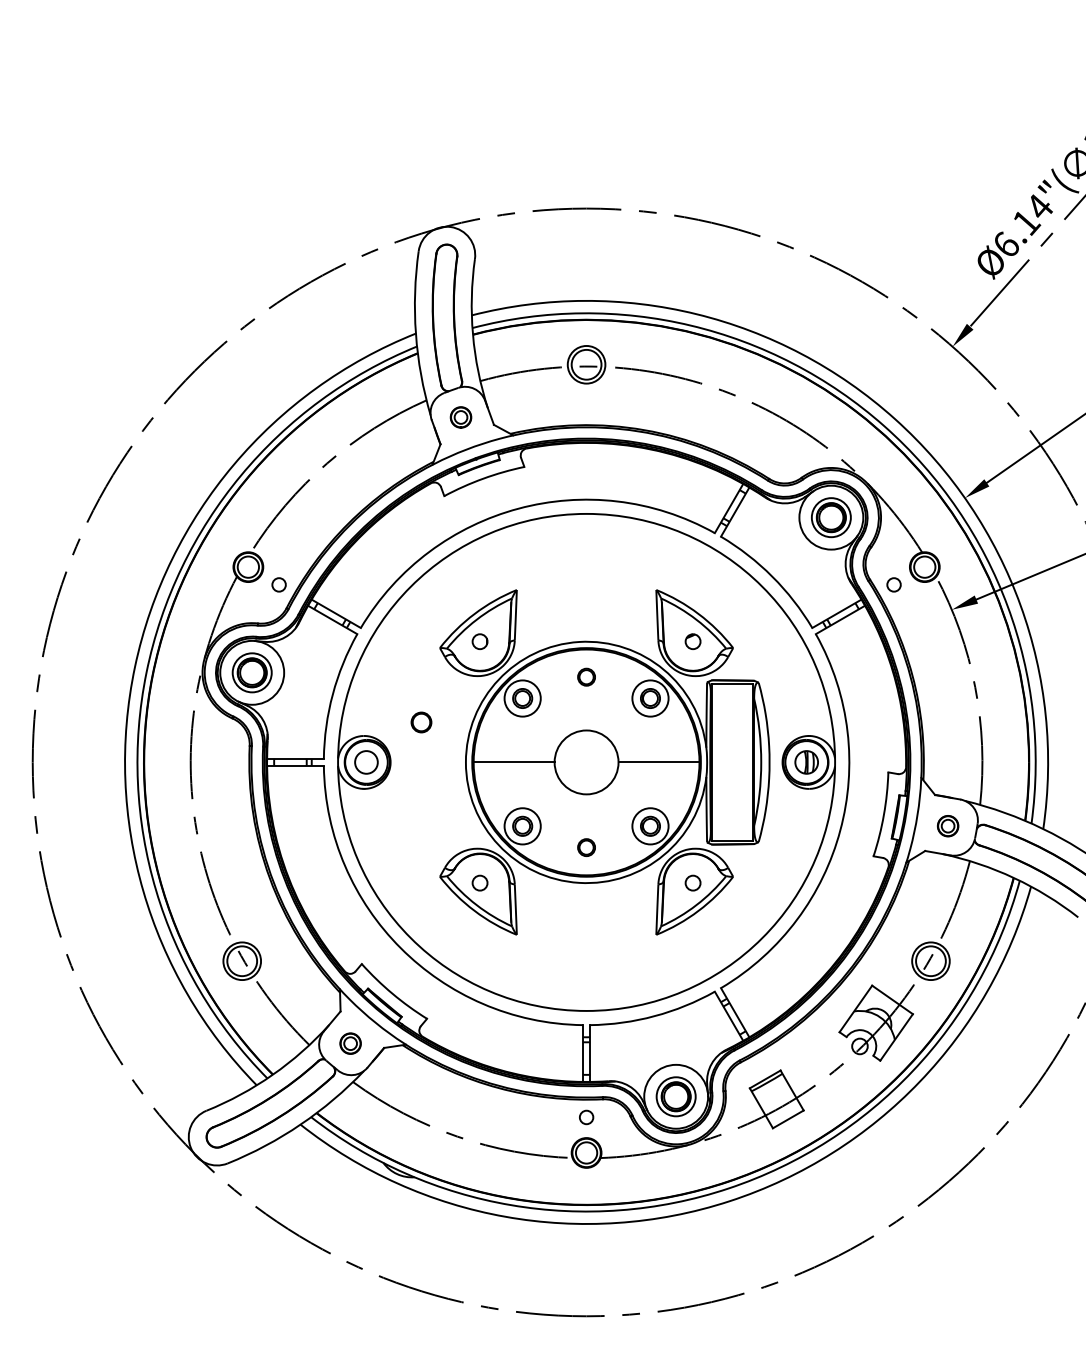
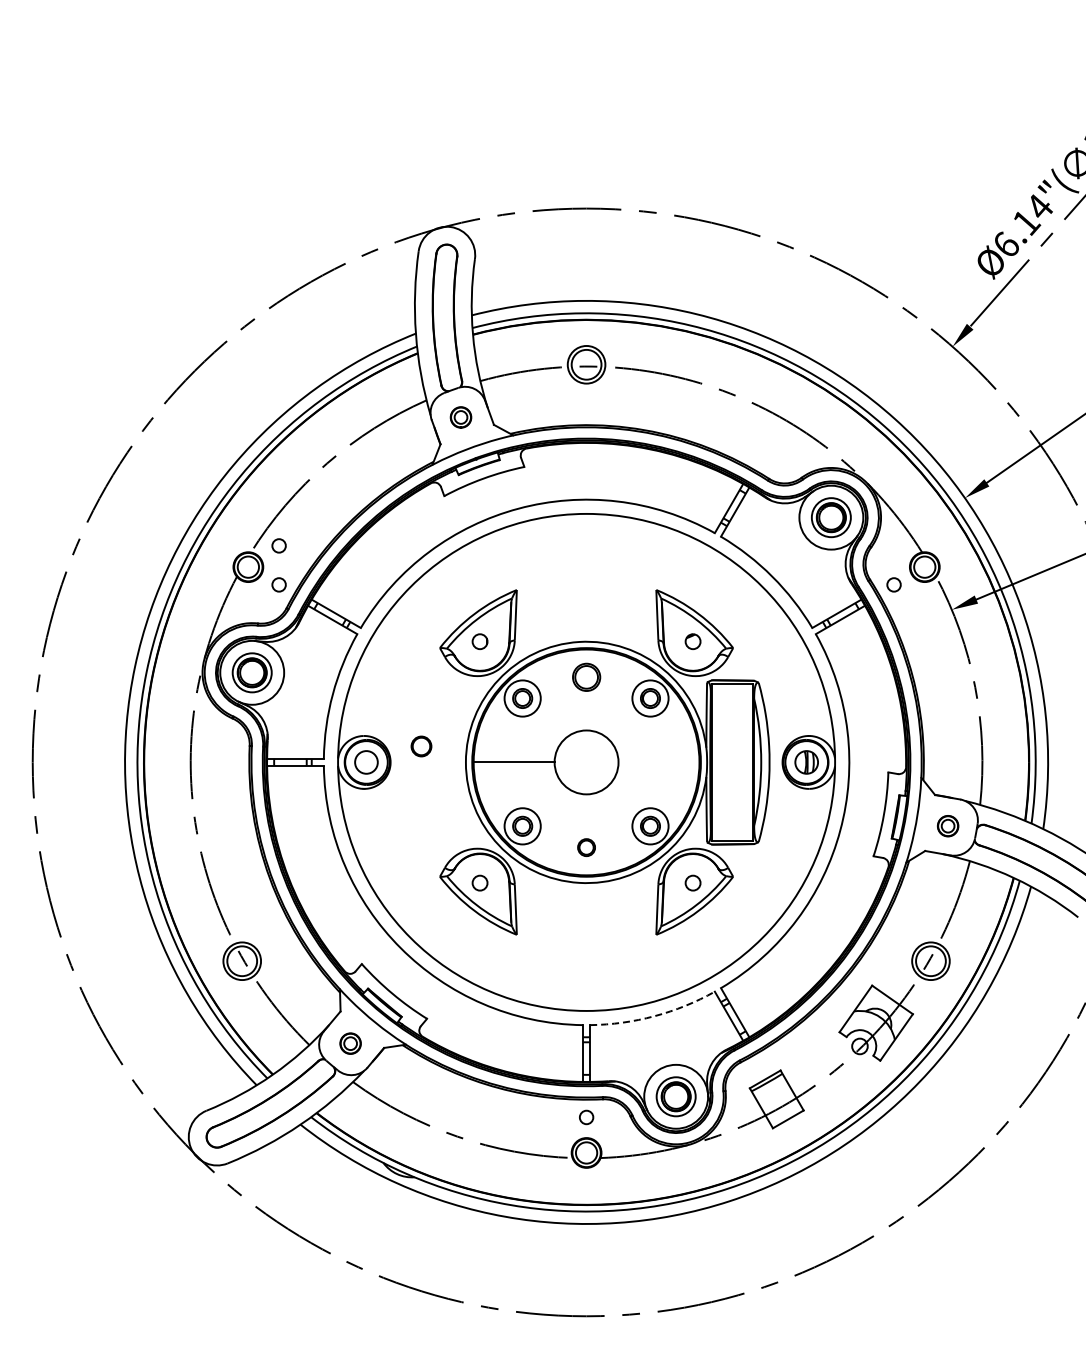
circle at (278, 545): none -> present
circle at (586, 676) size: 19x20 px -> 30x30 px
part at (421, 722) position: (421, 722) -> (421, 746)
line at (658, 762): present -> none
arc at (654, 1016): solid -> dashed
